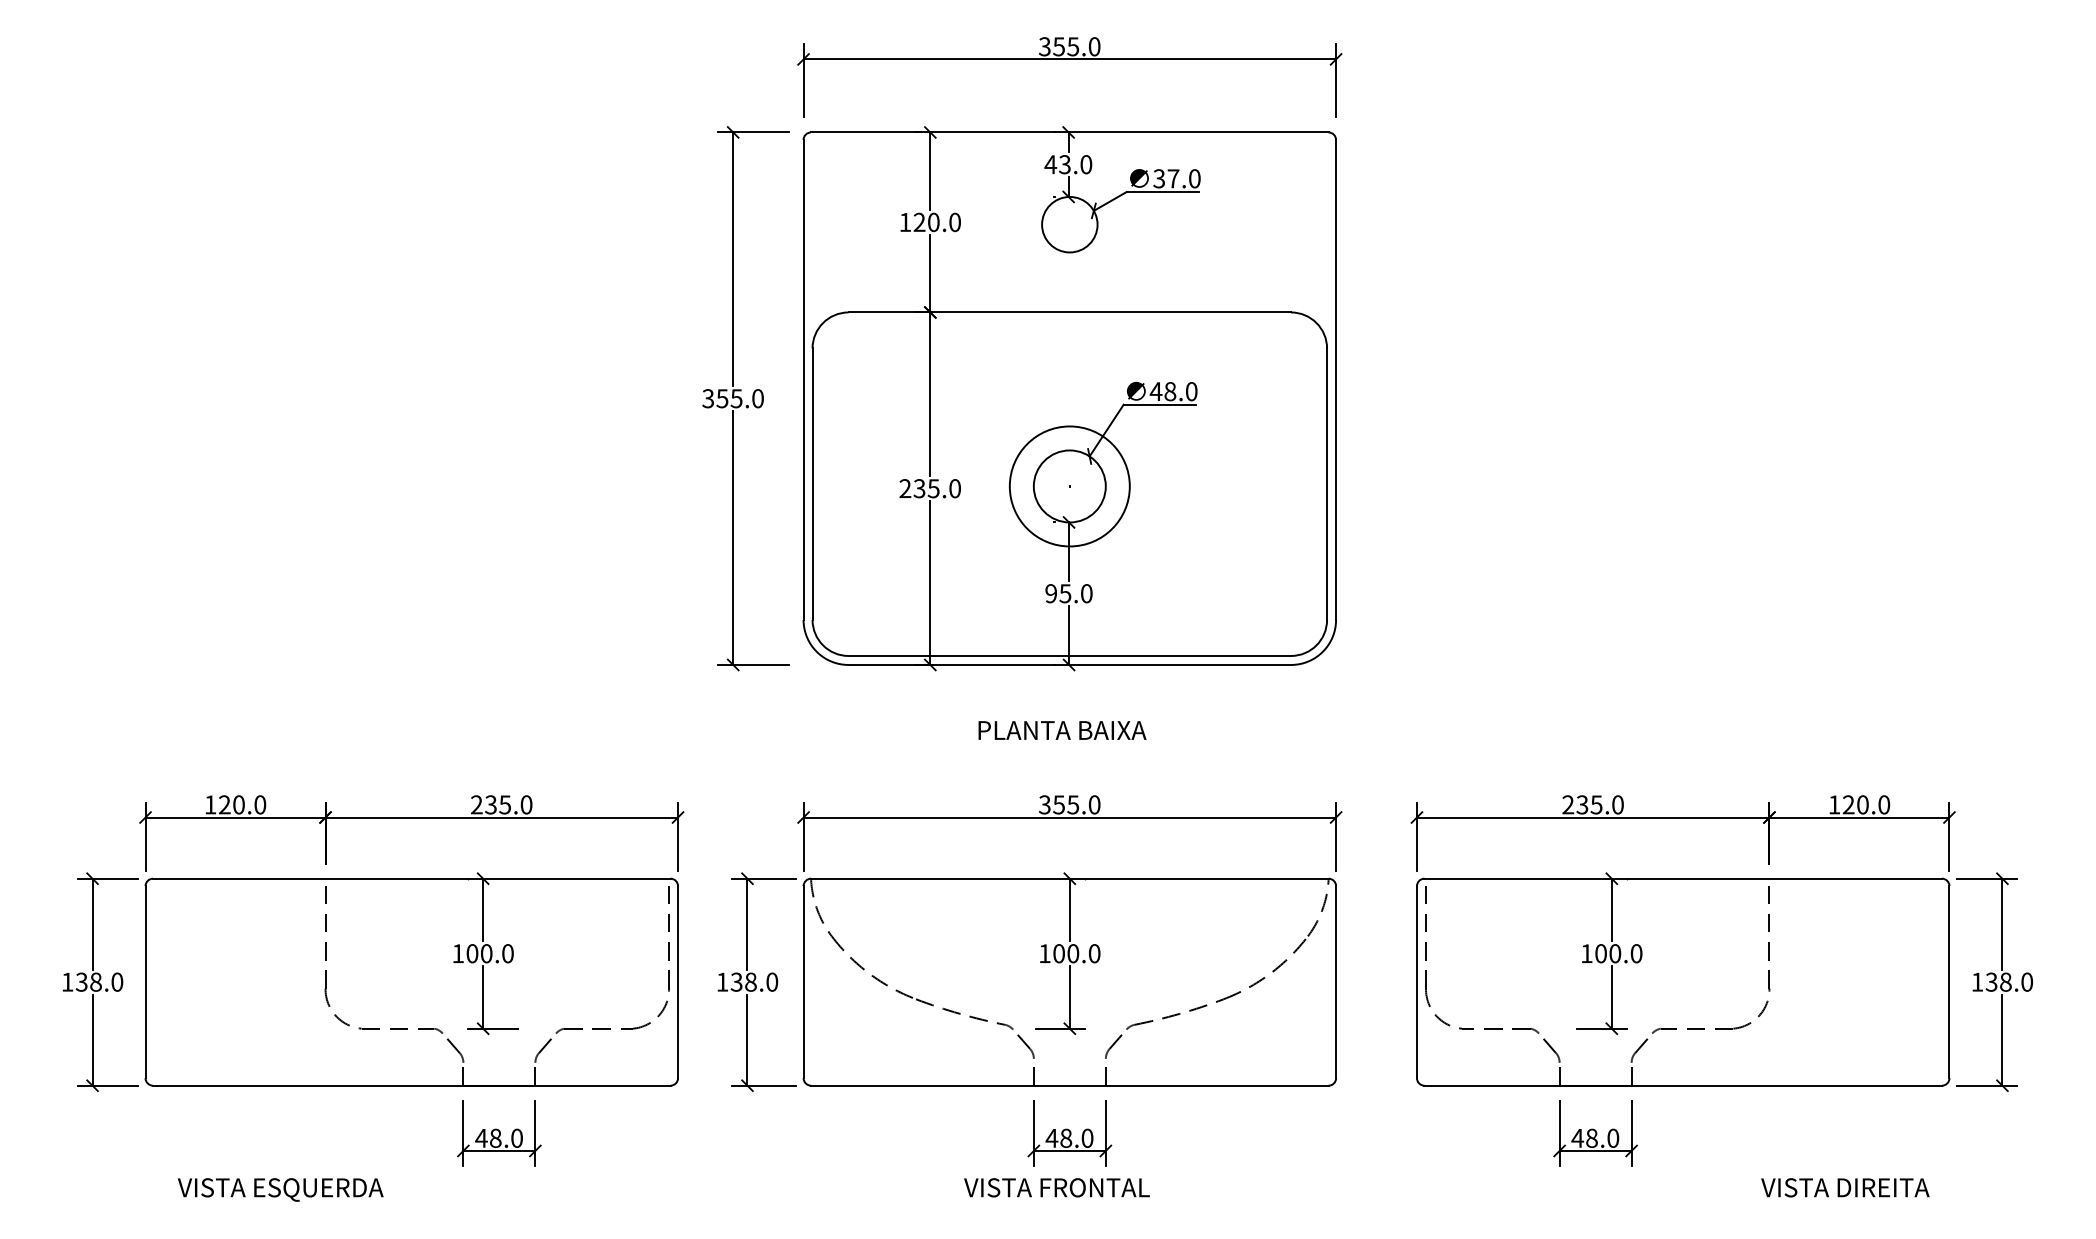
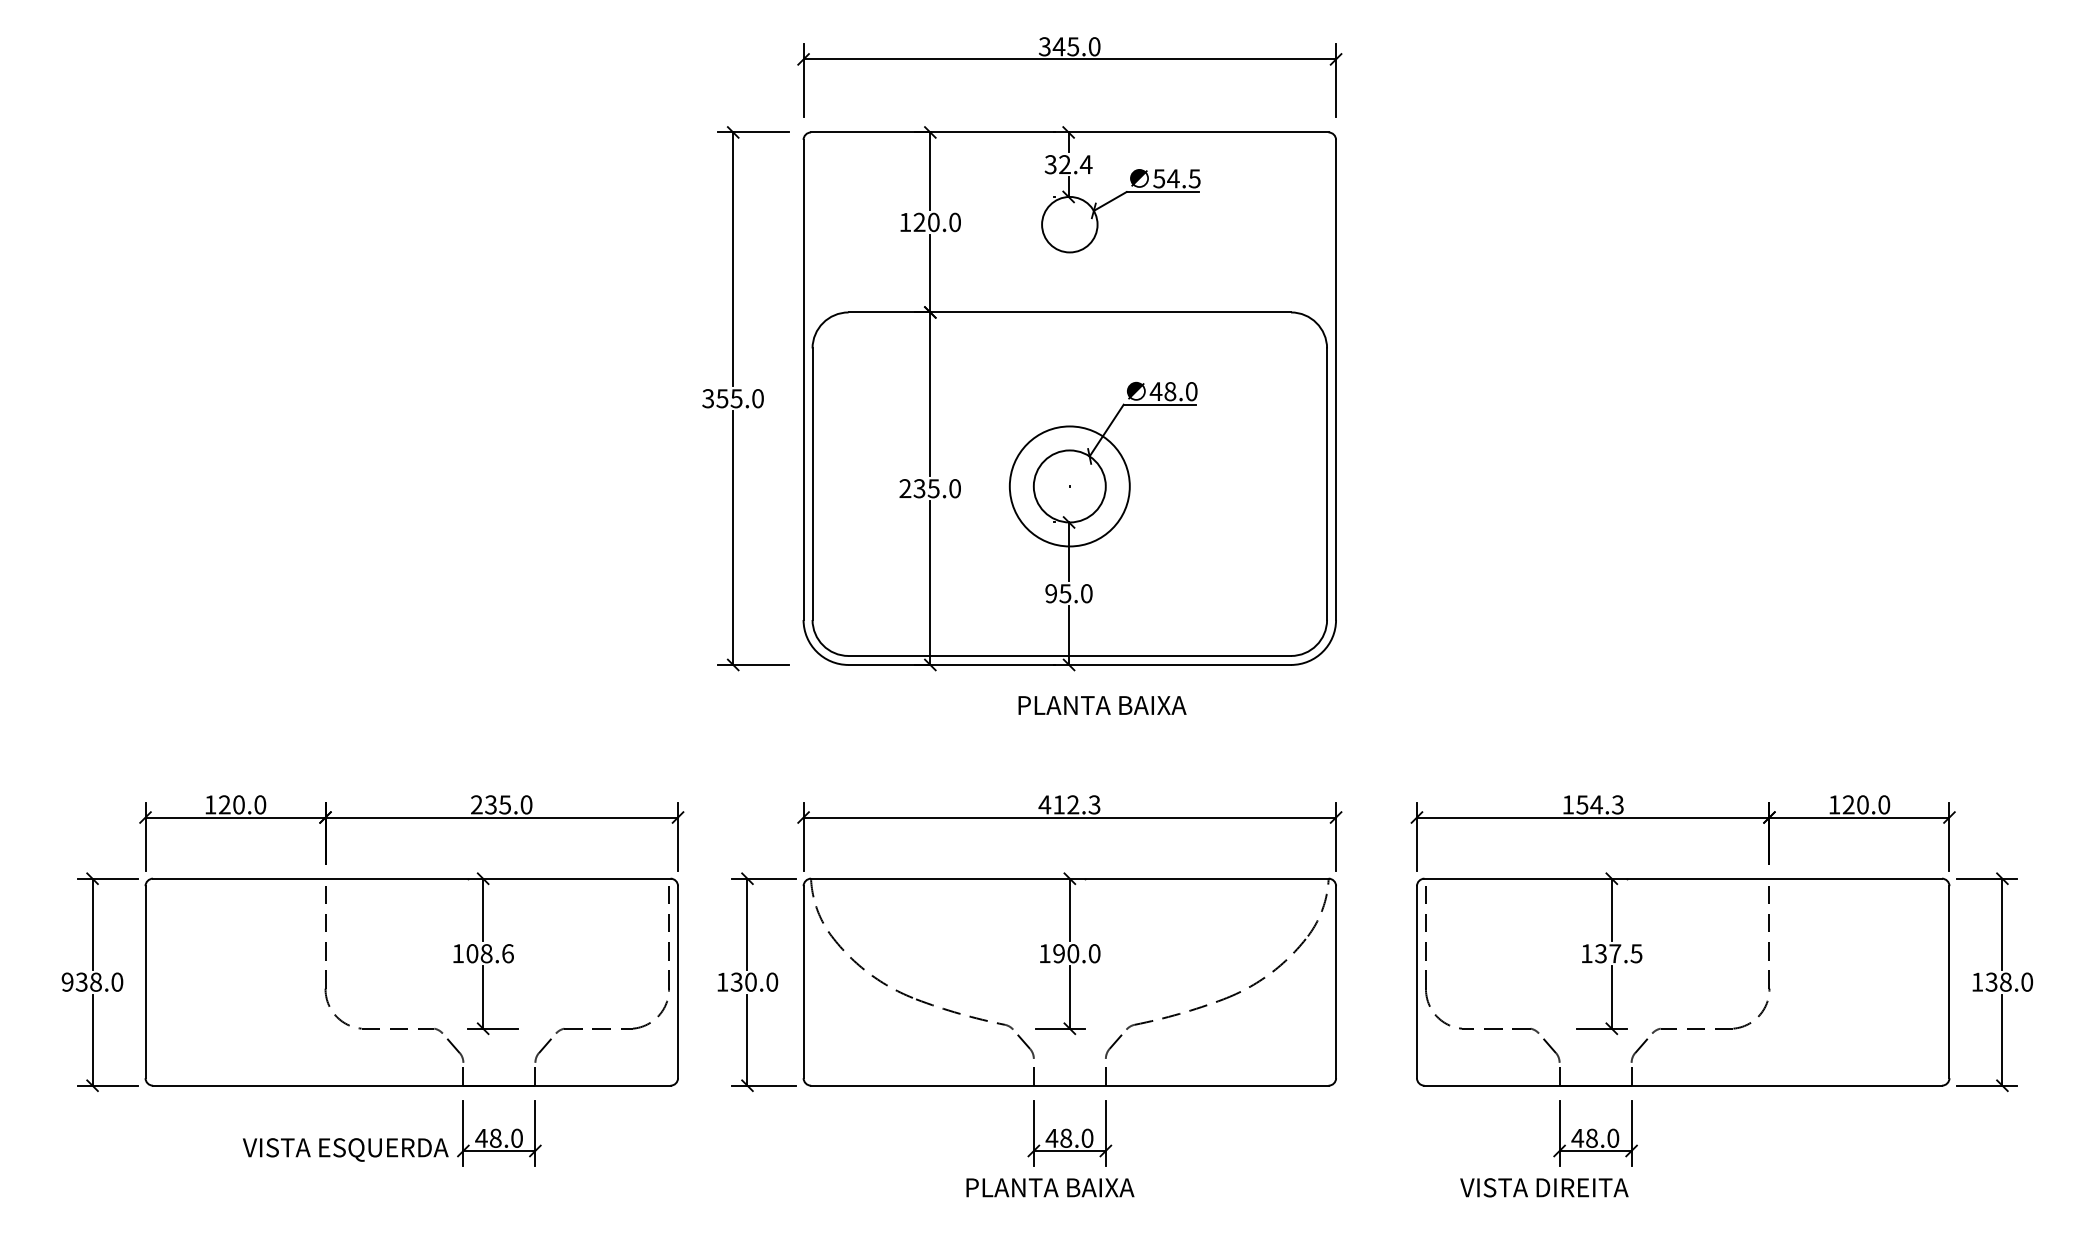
text at (1058, 46): 355.0 -> 345.0
text at (1068, 164): 43.0 -> 32.4
text at (1176, 178): 37.0 -> 54.5
text at (1062, 730) position: (1062, 730) -> (1102, 705)
text at (1069, 804): 355.0 -> 412.3
text at (1592, 804): 235.0 -> 154.3
text at (496, 953): 100.0 -> 108.6
text at (1058, 953): 100.0 -> 190.0
text at (1618, 953): 100.0 -> 137.5
text at (67, 981): 138.0 -> 938.0
text at (750, 982): 138.0 -> 130.0
text at (1056, 1187): VISTA FRONTAL -> PLANTA BAIXA
text at (1845, 1187) position: (1845, 1187) -> (1544, 1187)
text at (280, 1189) position: (280, 1189) -> (345, 1149)
